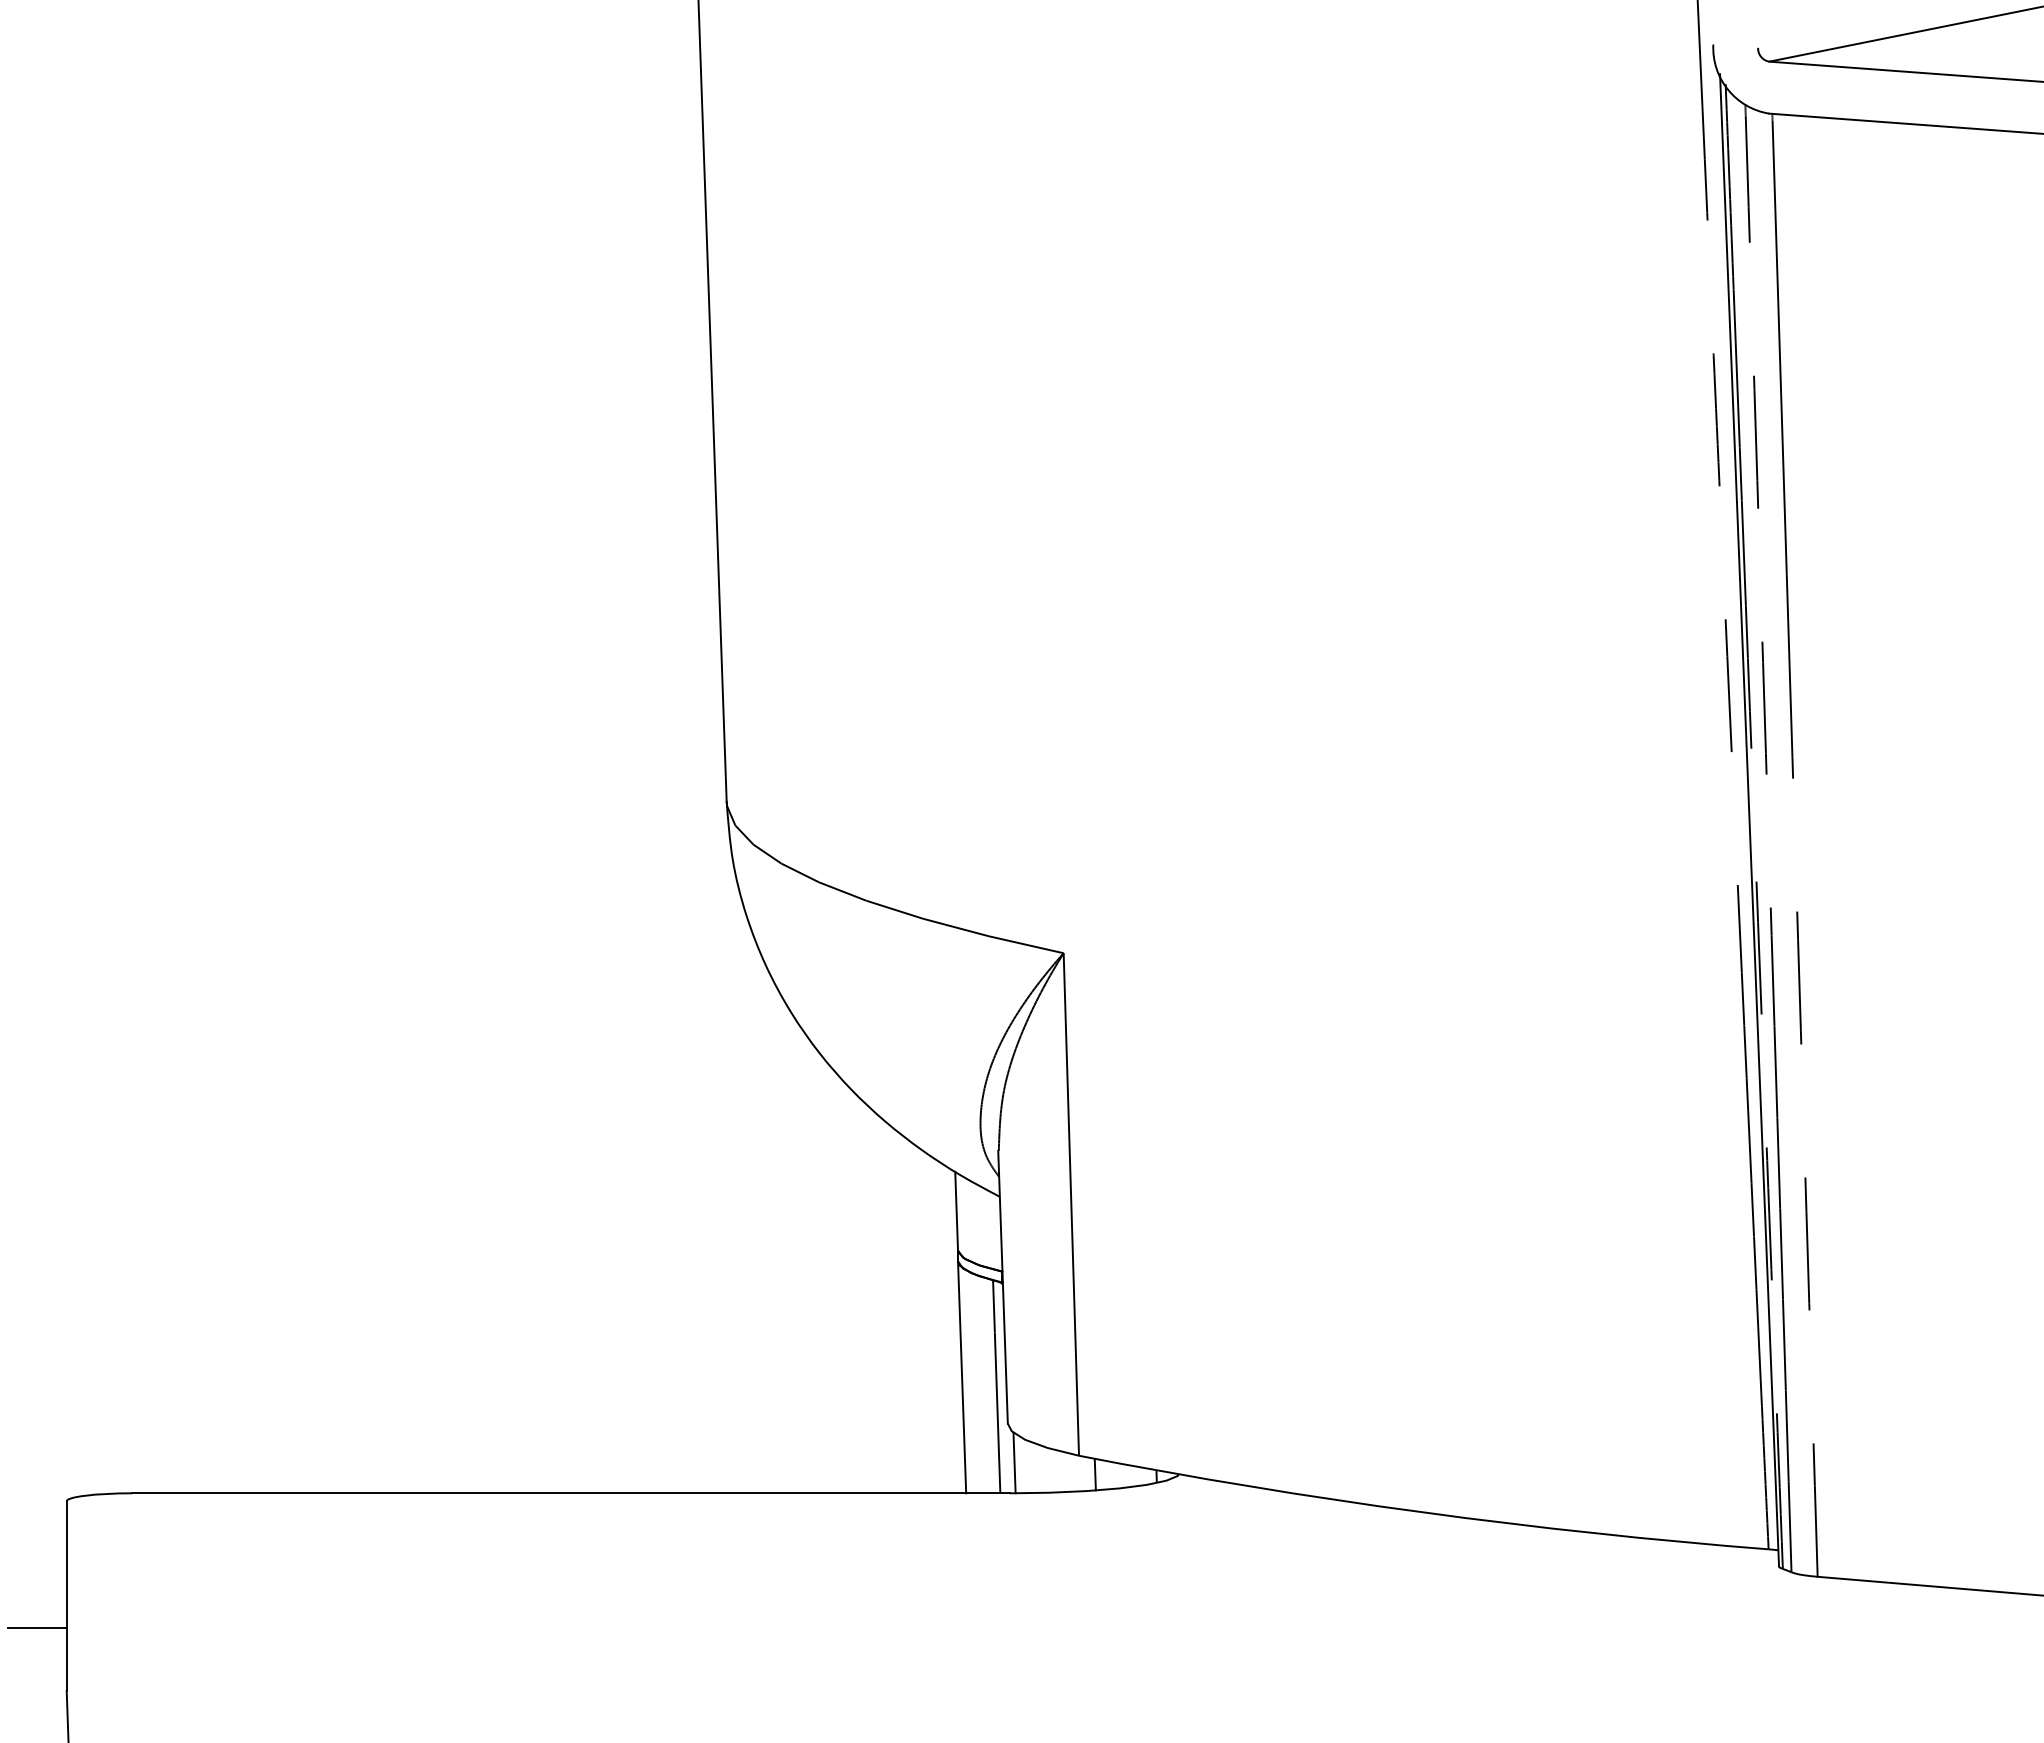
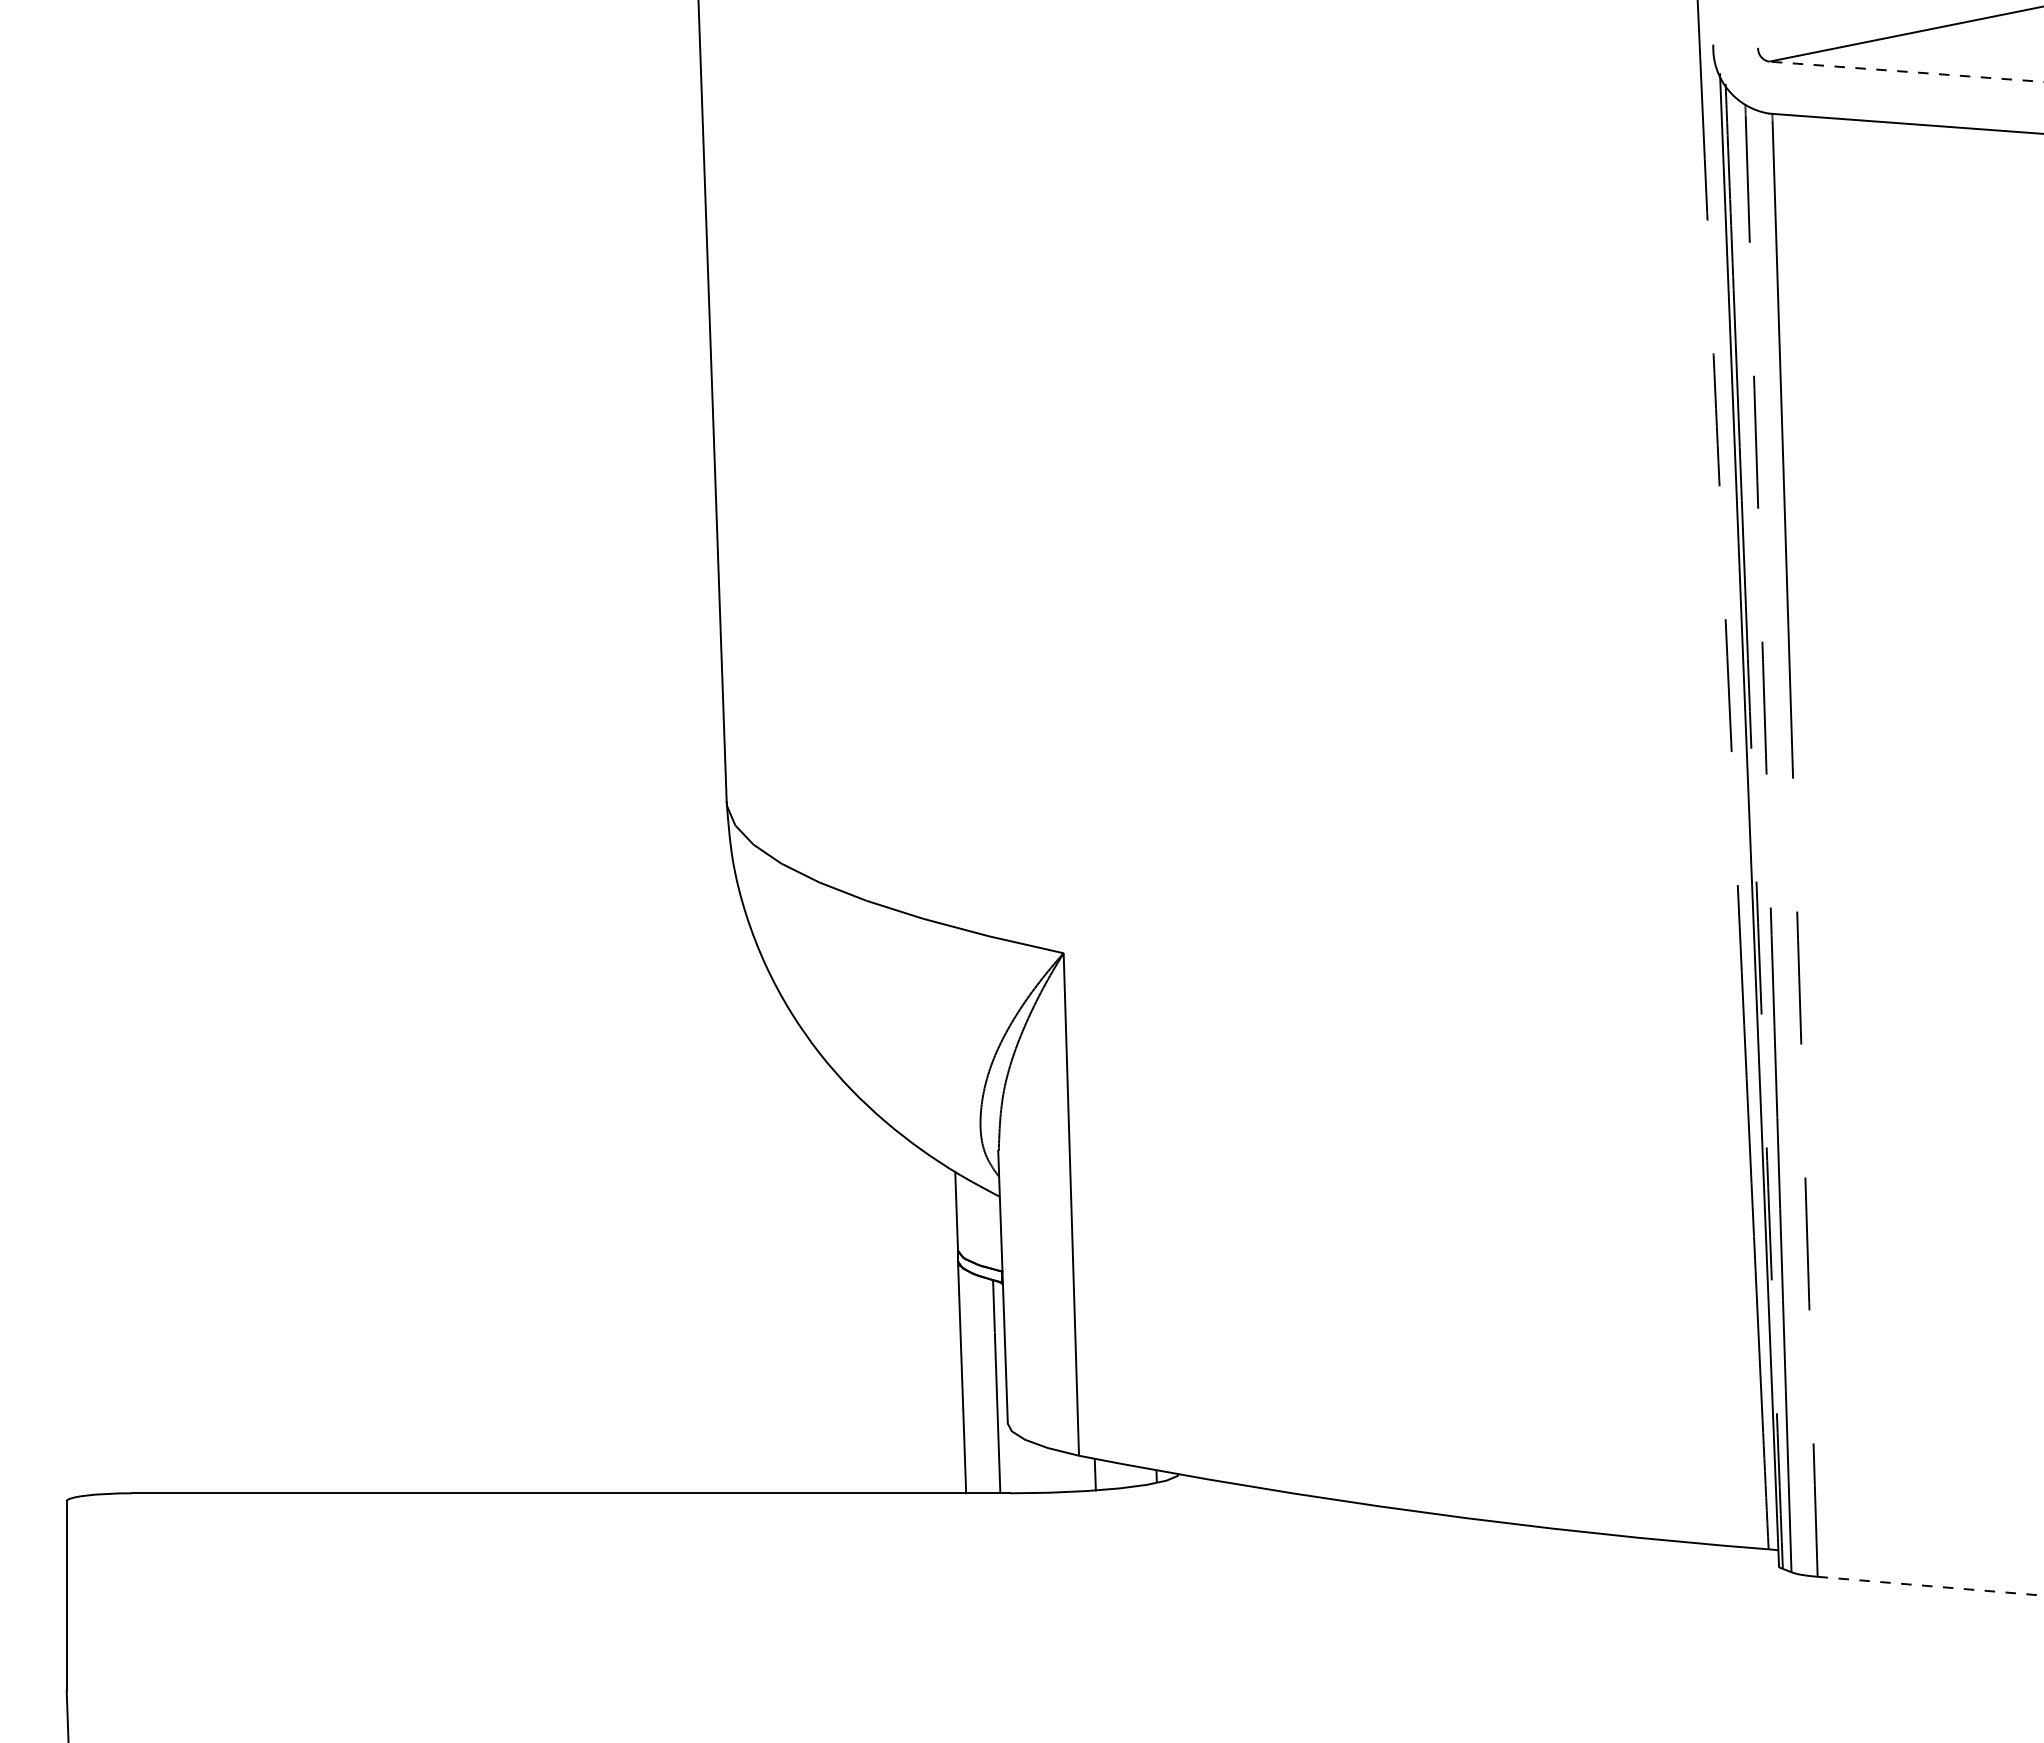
line at (1905, 71): solid -> dashed
line at (1014, 1462): present -> none
line at (1931, 1586): solid -> dashed
line at (37, 1627): present -> none
